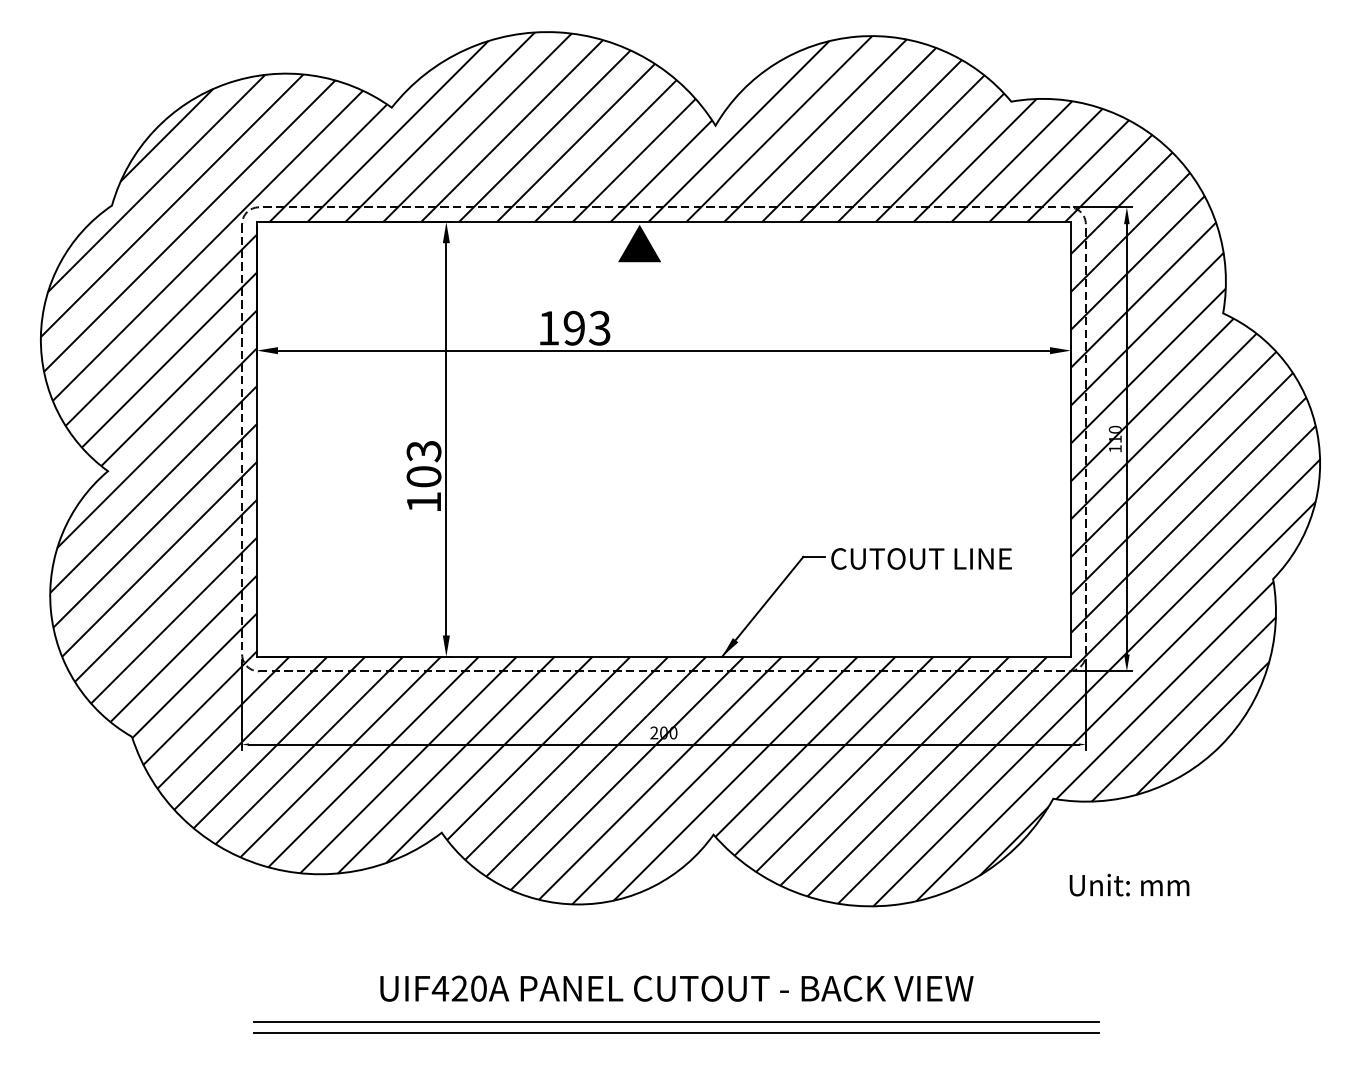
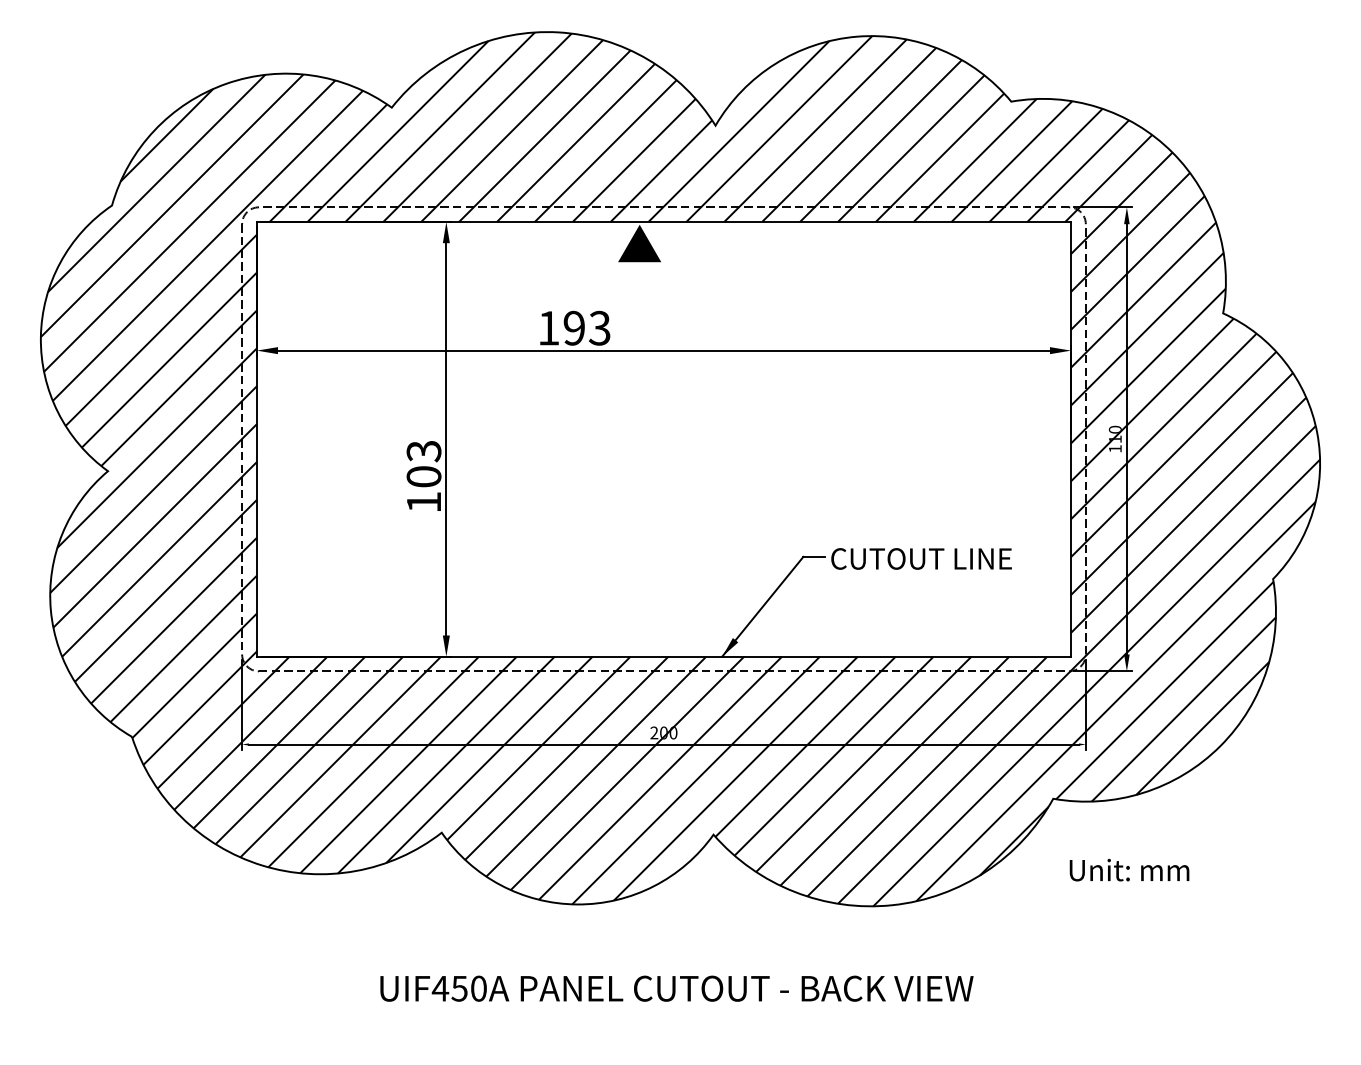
text at (1129, 884) position: (1129, 884) -> (1129, 869)
text at (459, 988): UIF420A -> UIF450A
line at (676, 1022): present -> none
line at (676, 1032): present -> none
